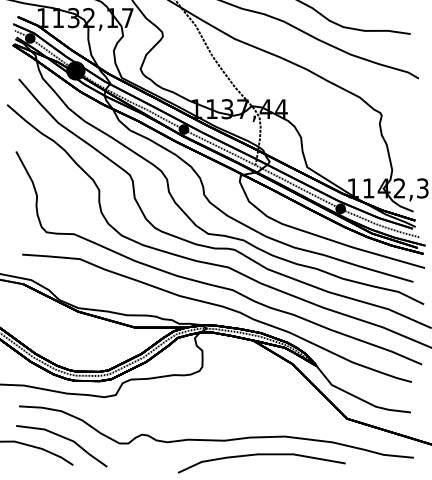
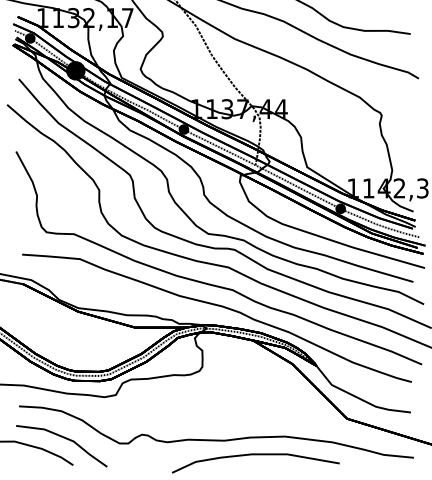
curve at (261, 455) position: (261, 455) -> (255, 455)
